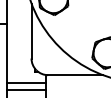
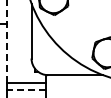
line at (7, 41): solid -> dashed
line at (26, 90): solid -> dashed
